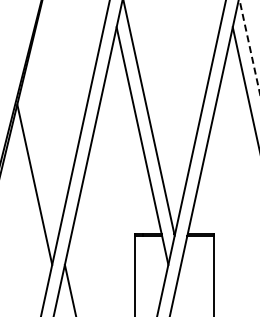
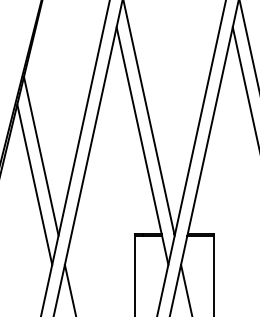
line at (249, 46): dashed -> solid
line at (40, 155): none -> present
line at (186, 288): none -> present
